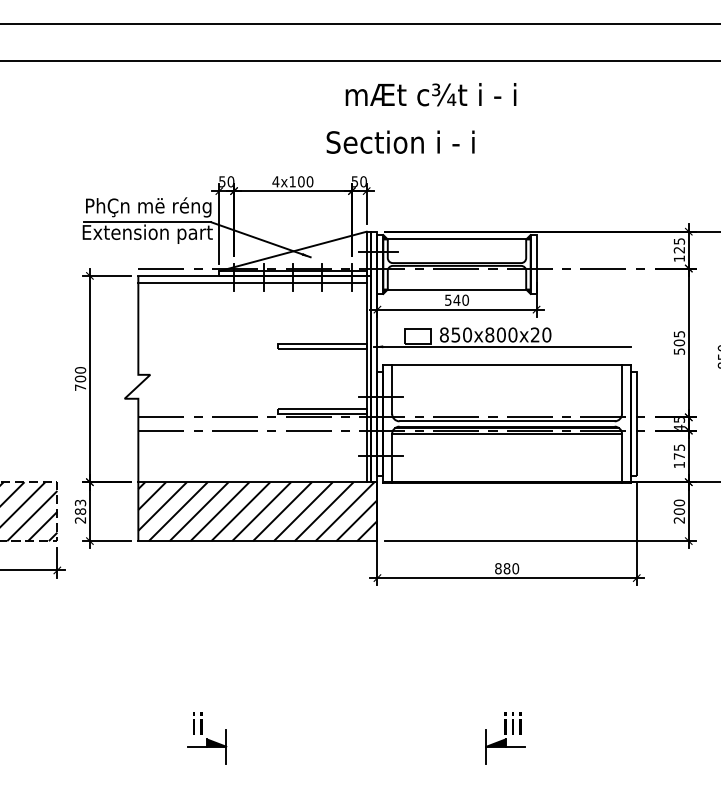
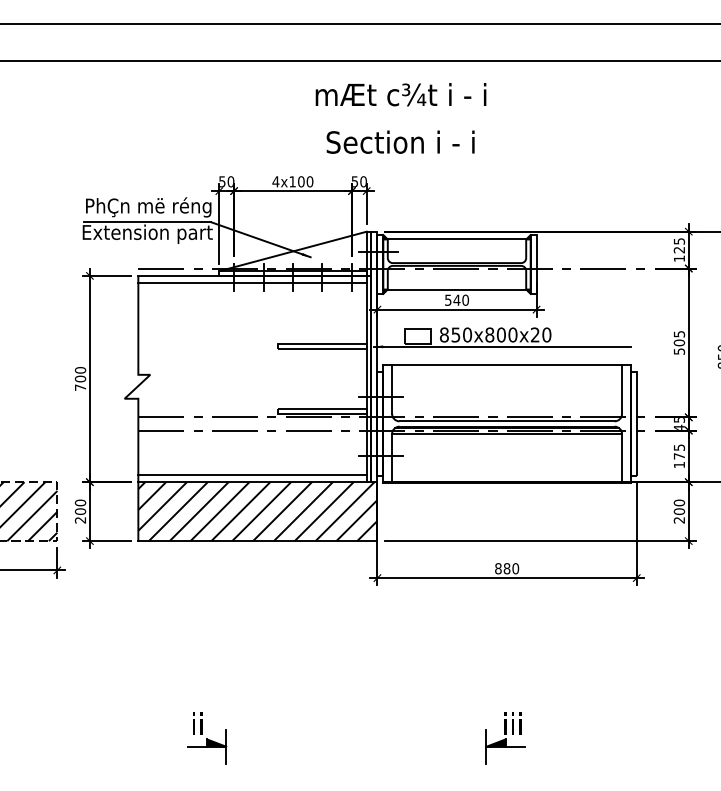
text at (430, 94) position: (430, 94) -> (400, 94)
line at (252, 475): none -> present
text at (80, 506): 283 -> 200
